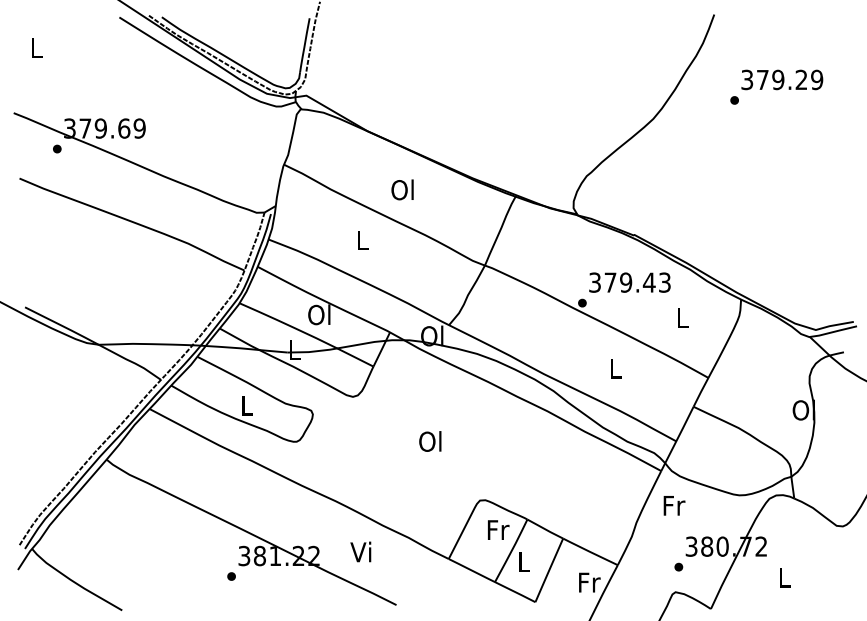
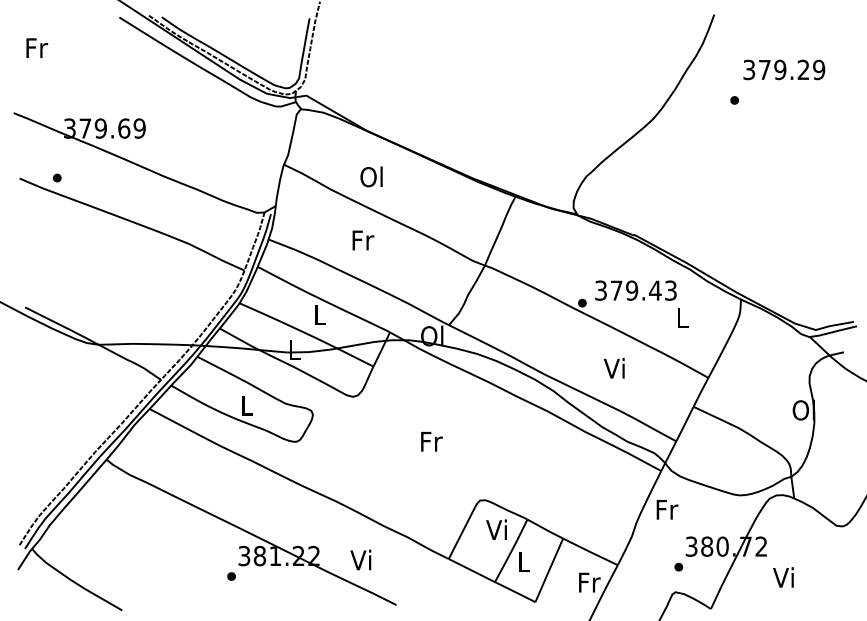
text at (37, 47): L -> Fr
text at (782, 79) position: (782, 79) -> (784, 69)
part at (57, 148) position: (57, 148) -> (57, 177)
text at (402, 189) position: (402, 189) -> (371, 176)
text at (363, 240): L -> Fr
text at (629, 282) position: (629, 282) -> (635, 290)
text at (319, 314): Ol -> L
text at (614, 368): L -> Vi
text at (430, 441): Ol -> Fr
text at (674, 505) position: (674, 505) -> (667, 509)
text at (497, 529): Fr -> Vi
text at (360, 551) position: (360, 551) -> (360, 559)
text at (783, 577): L -> Vi
